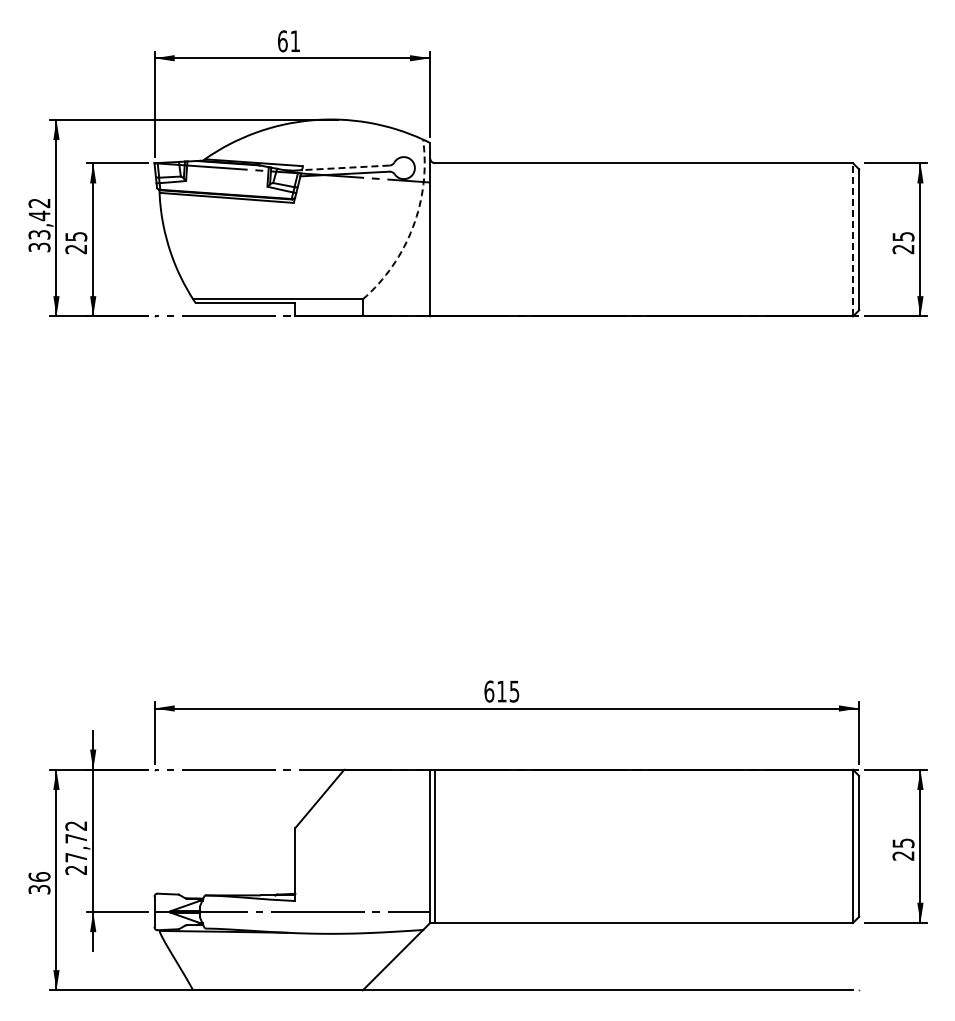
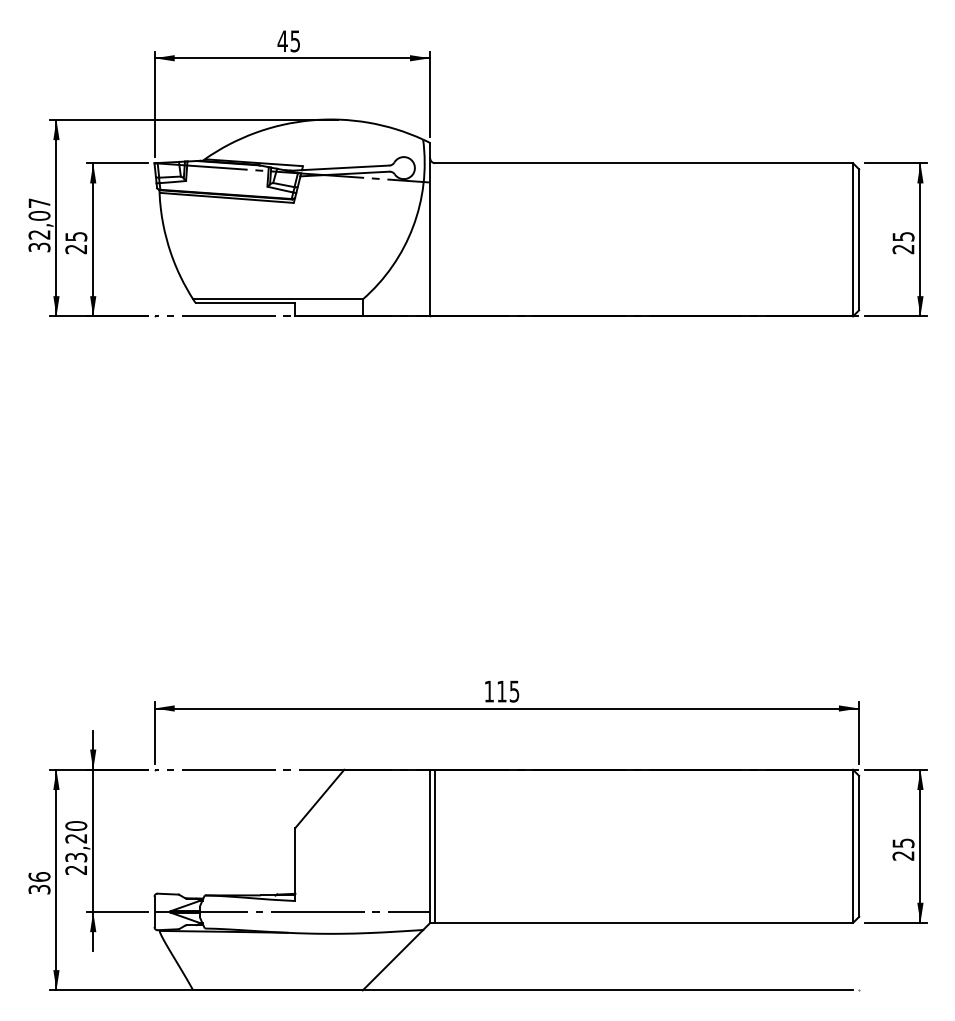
text at (288, 41): 61 -> 45
line at (345, 167): dashed -> solid
text at (39, 218): 33,42 -> 32,07
arc at (413, 227): dashed -> solid
line at (853, 239): dashed -> solid
text at (489, 691): 615 -> 115
text at (76, 841): 27,72 -> 23,20
